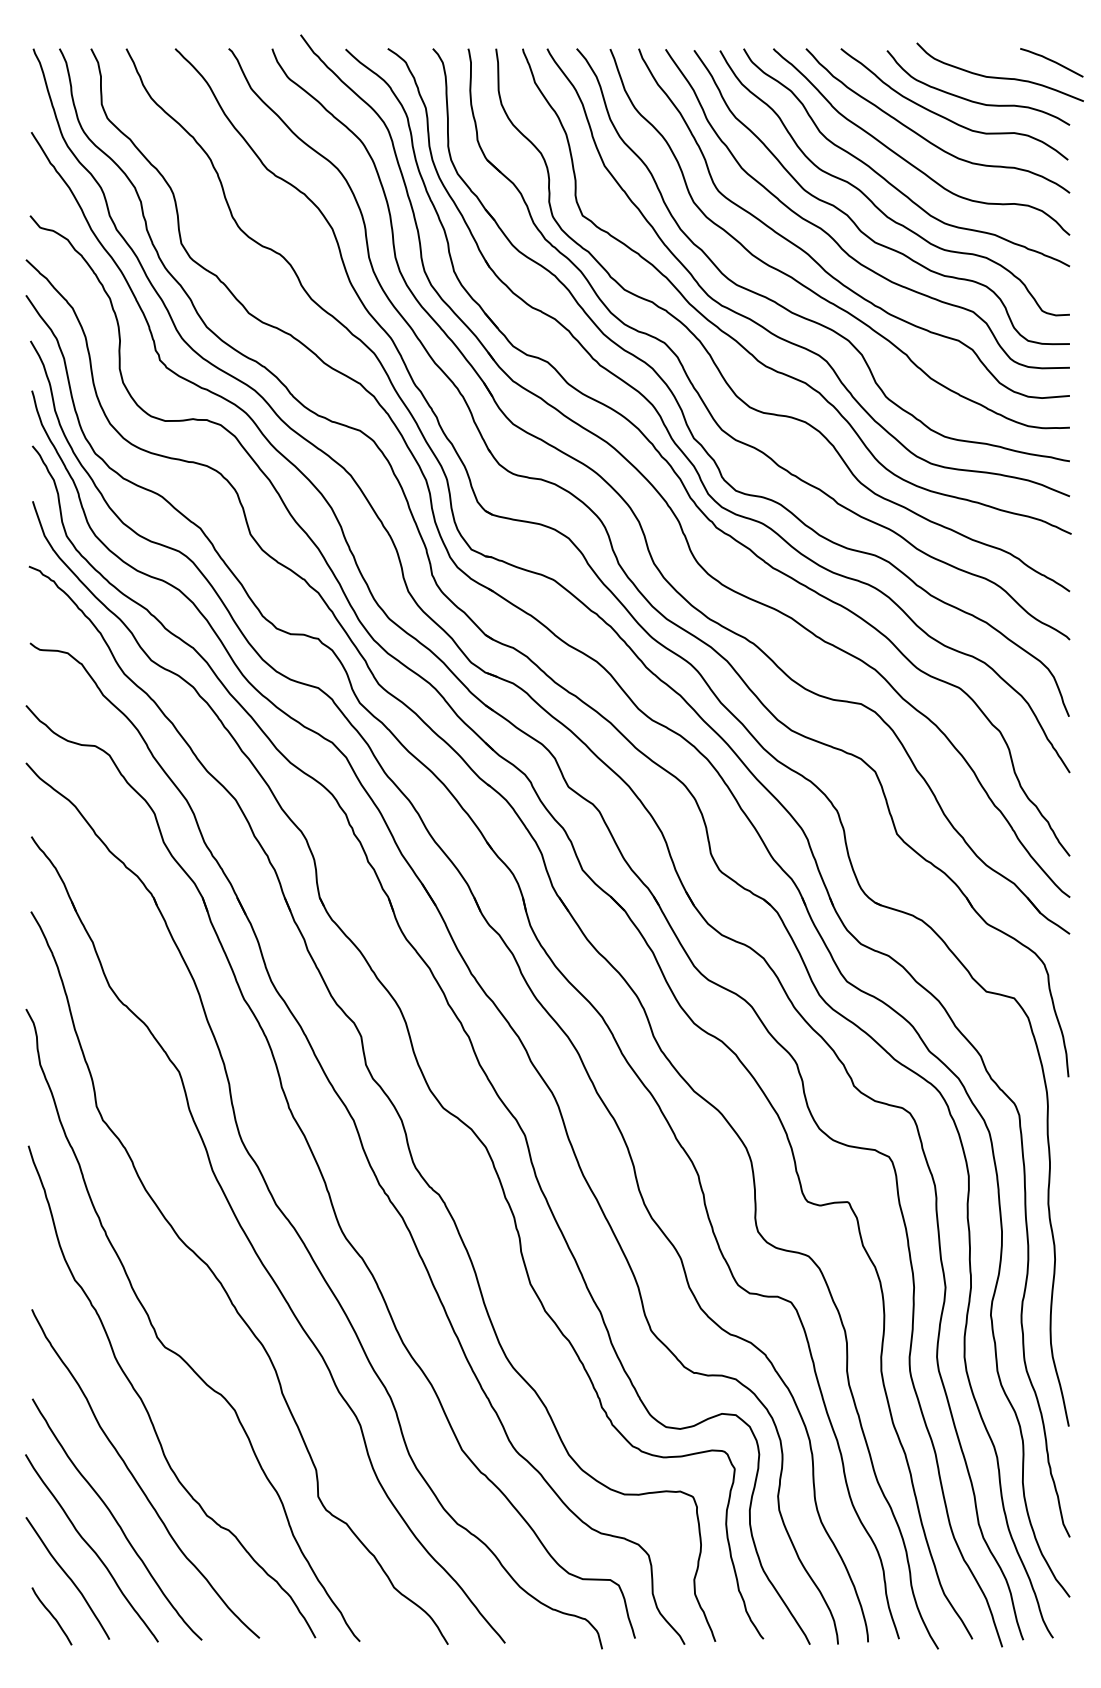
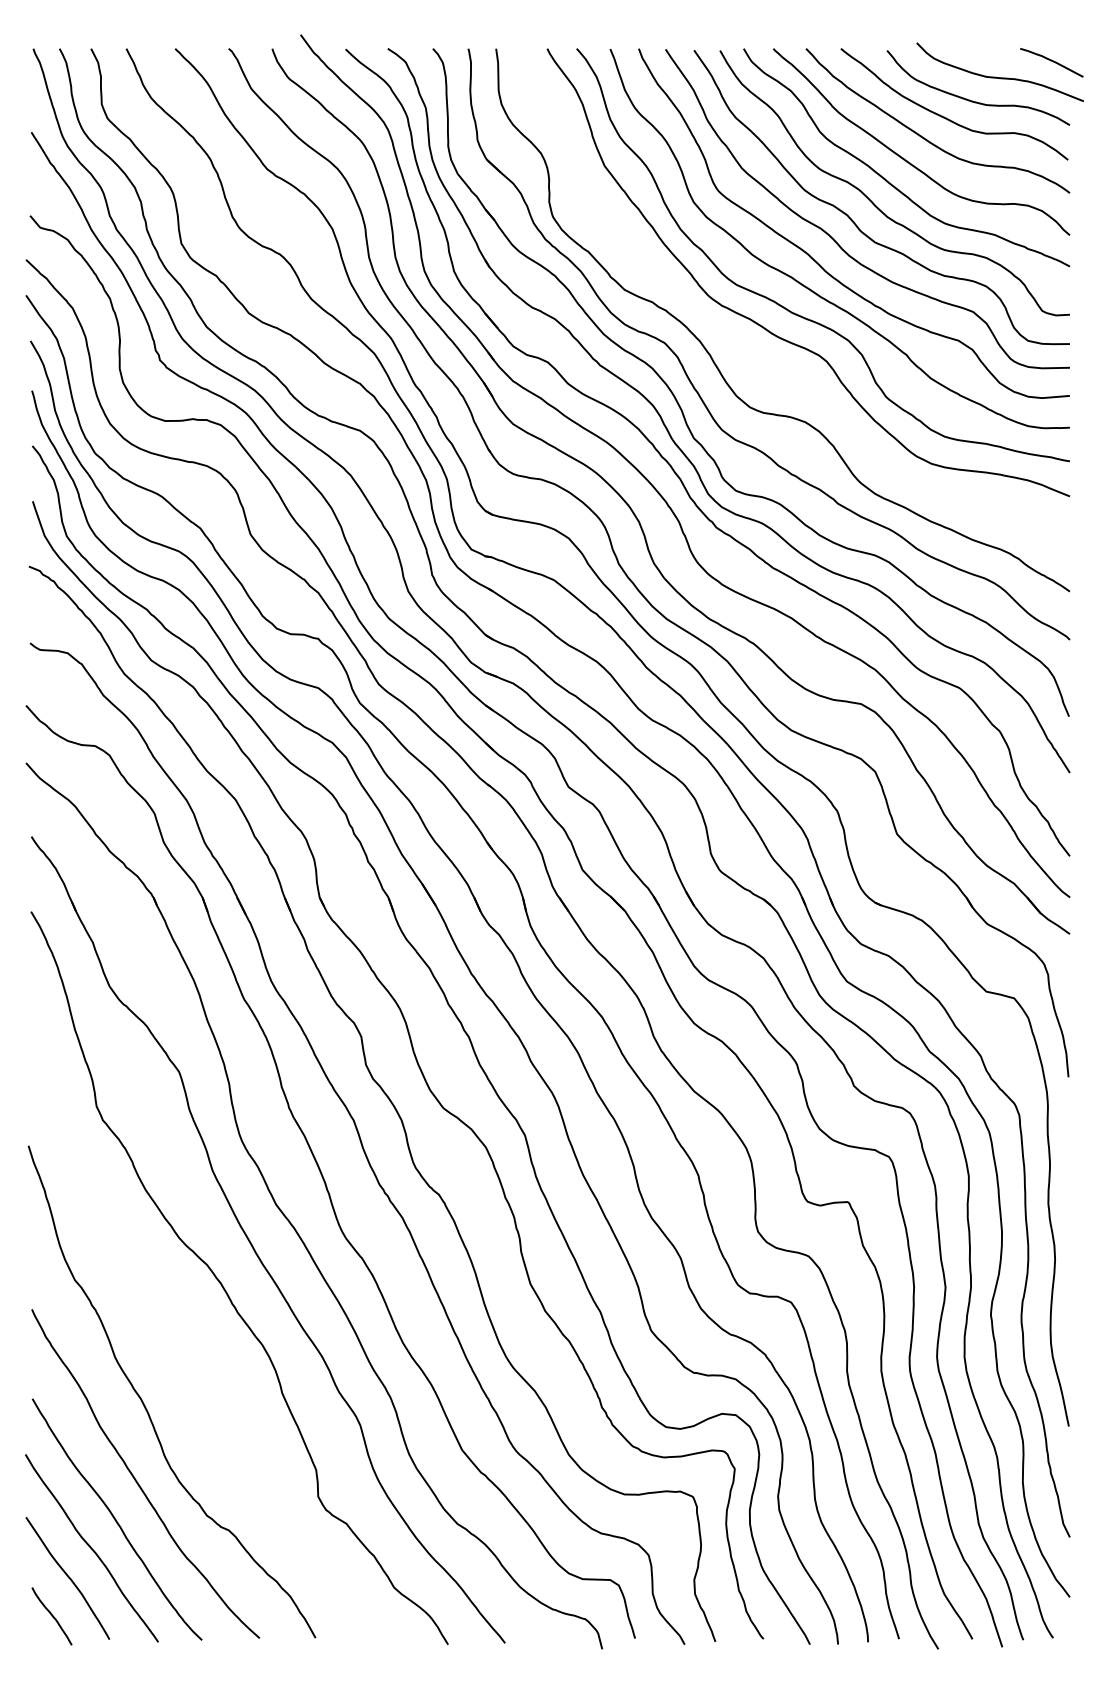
curve at (746, 348): present -> none
curve at (176, 1352): present -> none
